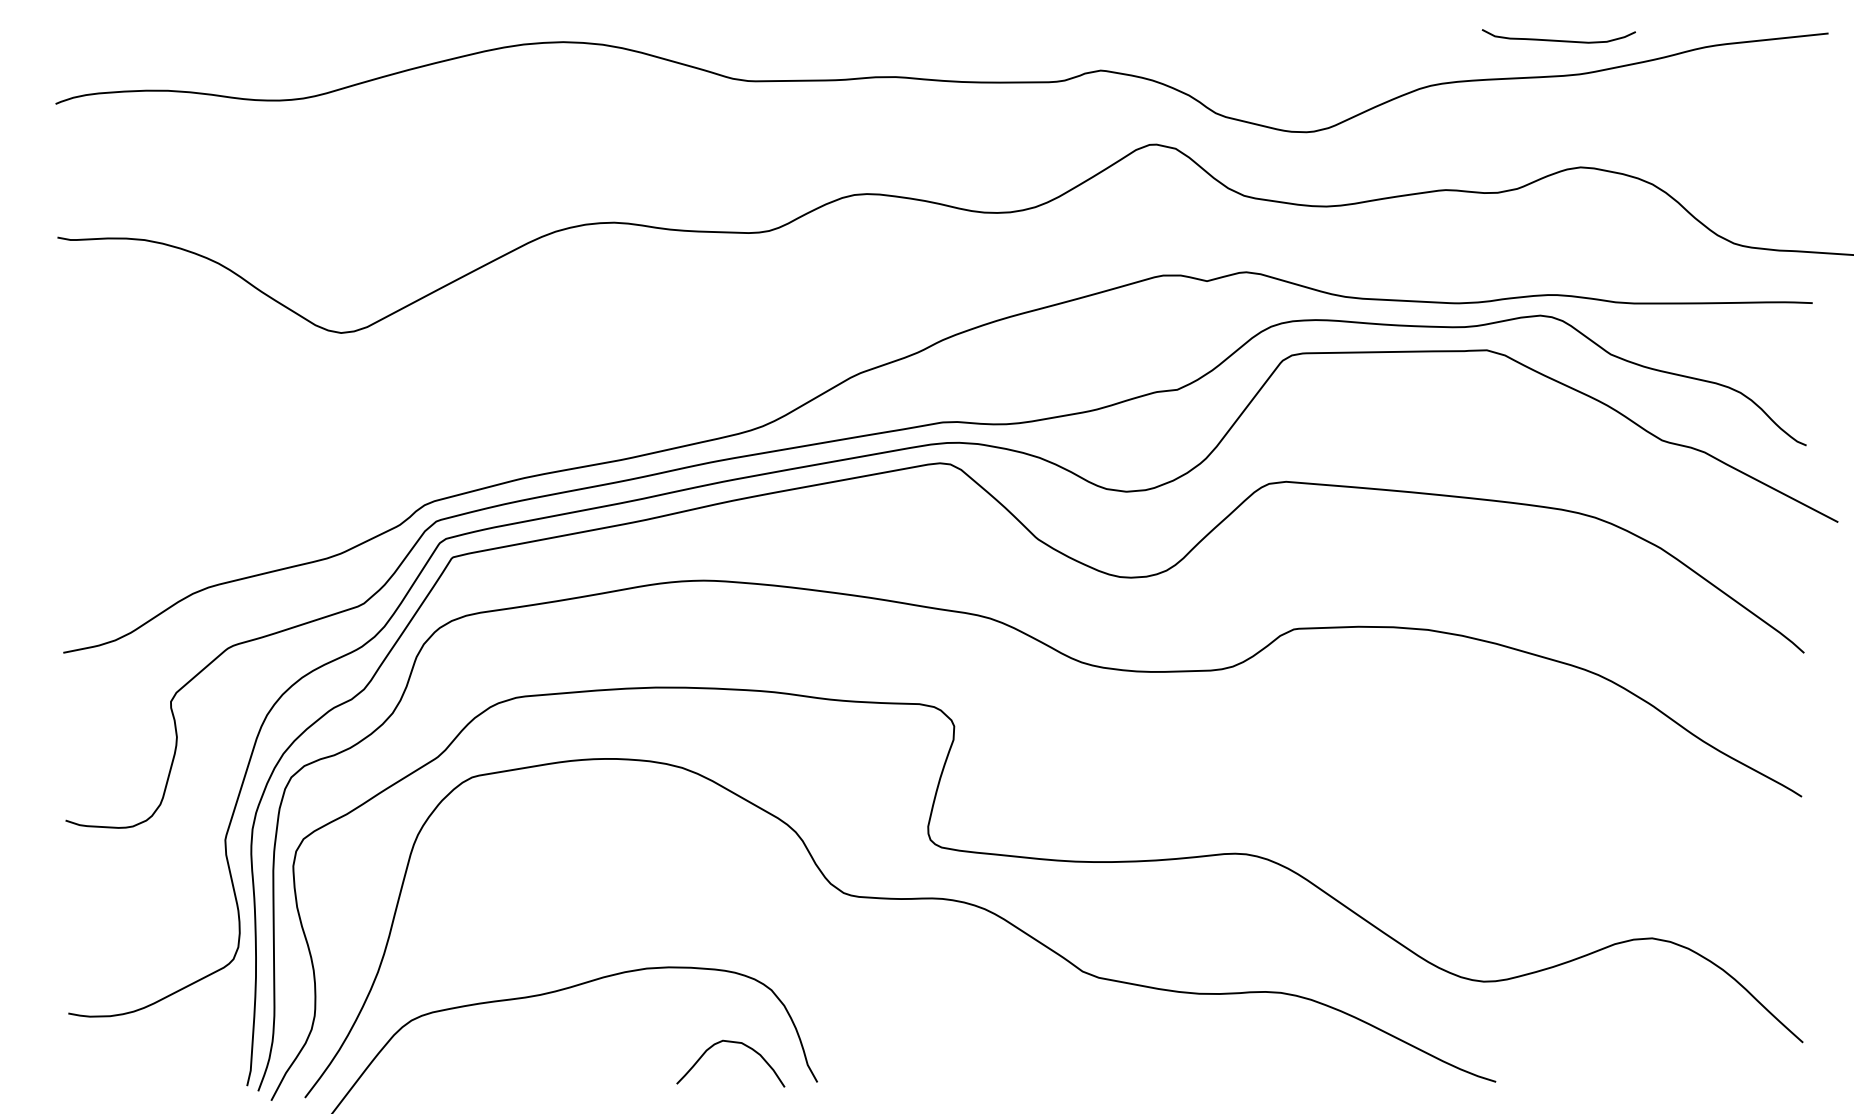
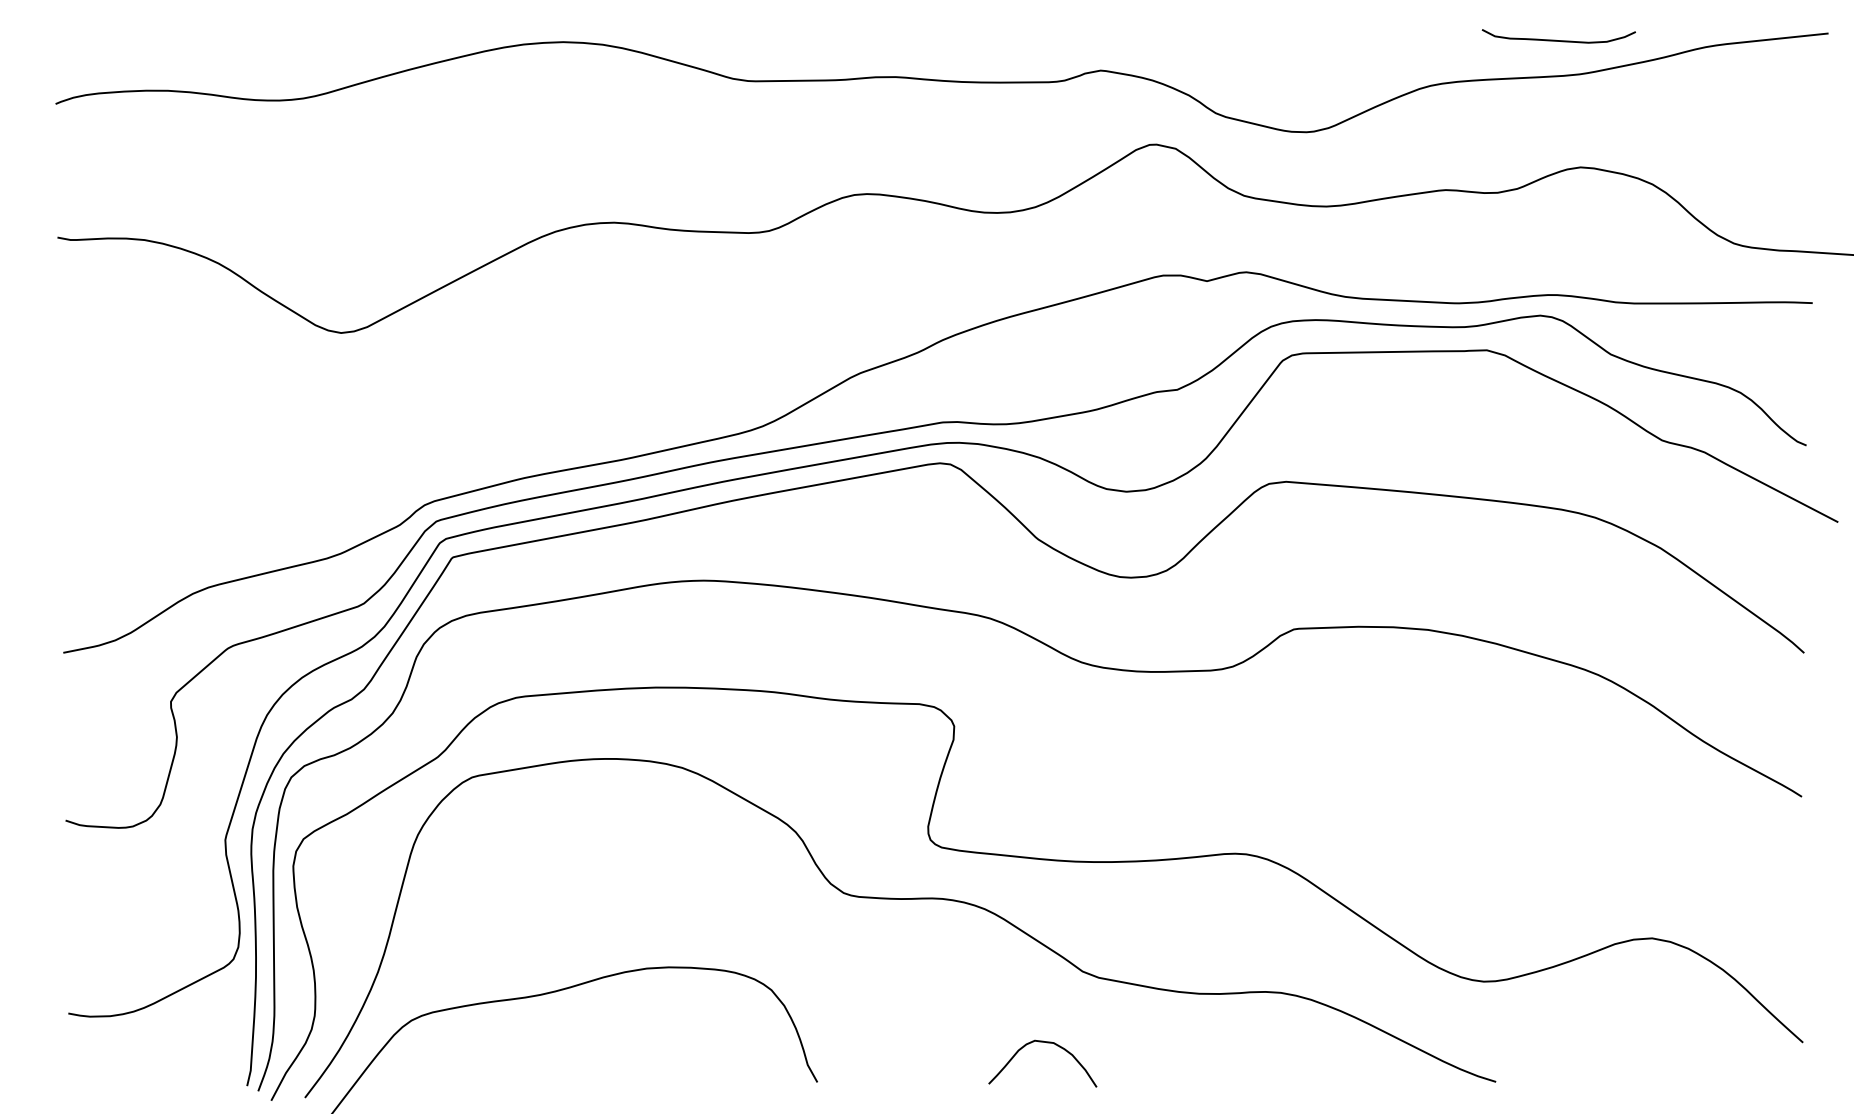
curve at (734, 1043) position: (734, 1043) -> (1046, 1043)
